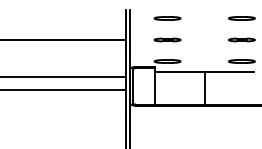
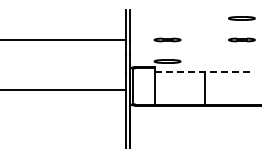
line at (167, 17): present -> none
line at (241, 60): present -> none
line at (204, 72): solid -> dashed
line at (64, 76): present -> none
